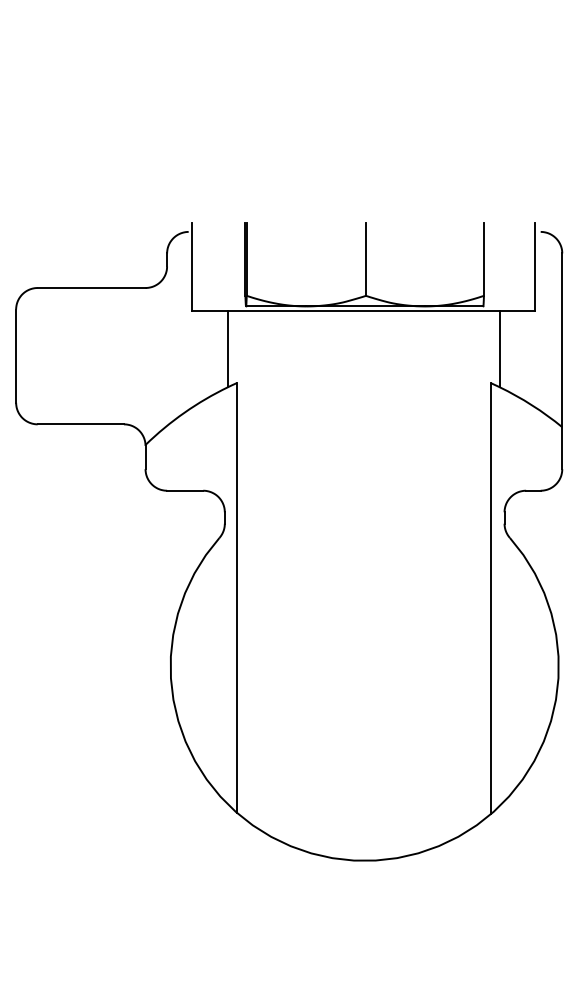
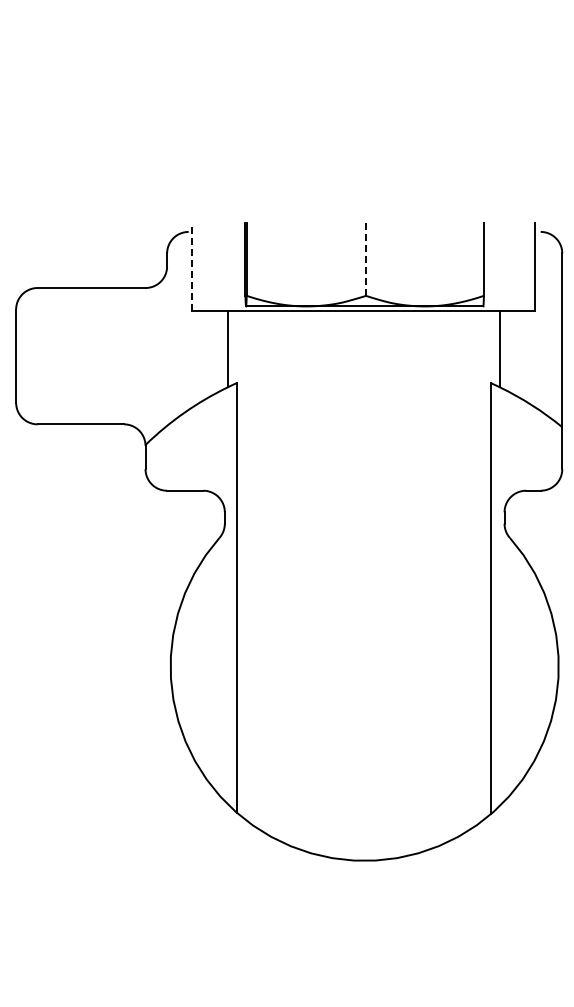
line at (366, 260): solid -> dashed
line at (192, 267): solid -> dashed
